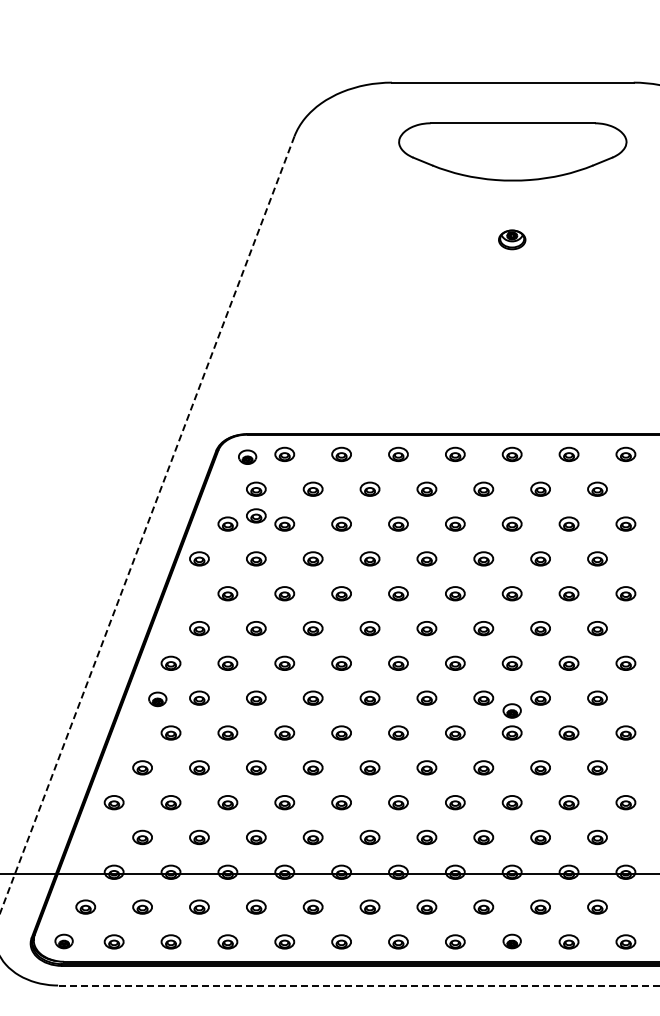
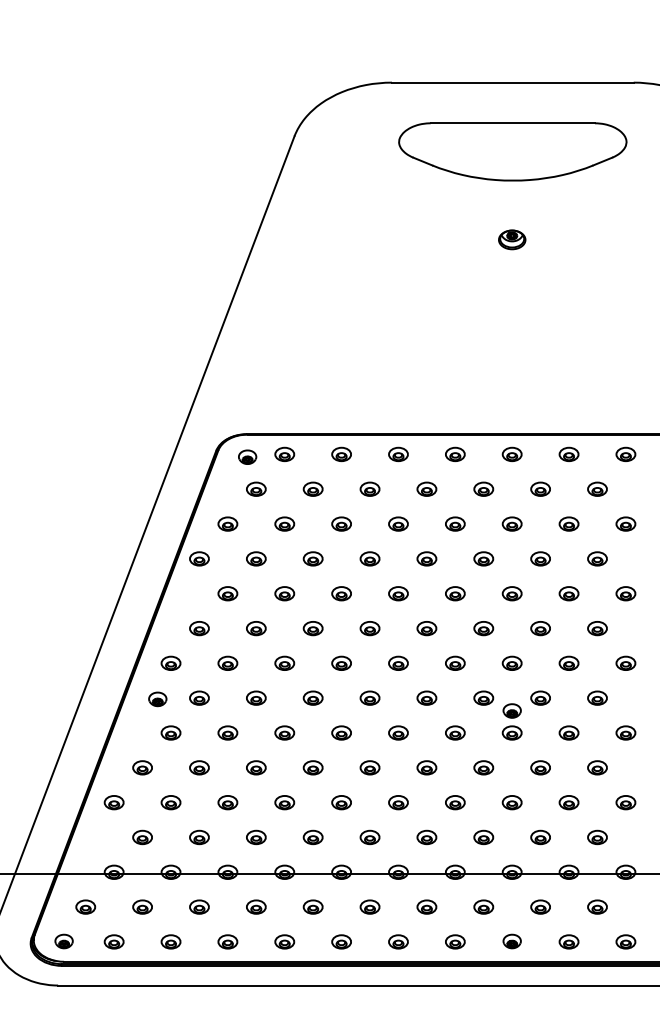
part at (256, 515): present -> none
line at (147, 525): dashed -> solid
line at (358, 985): dashed -> solid
